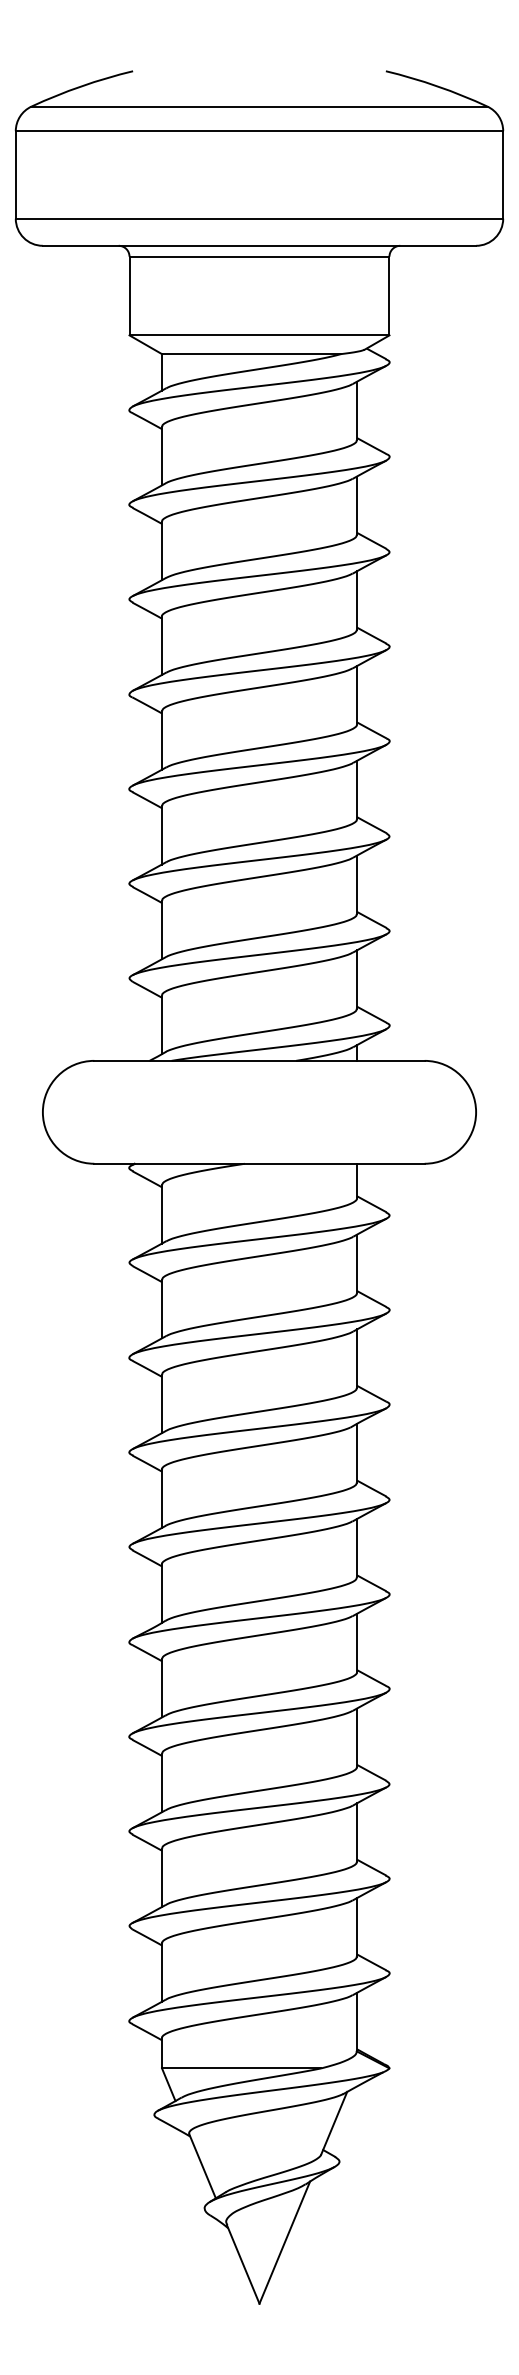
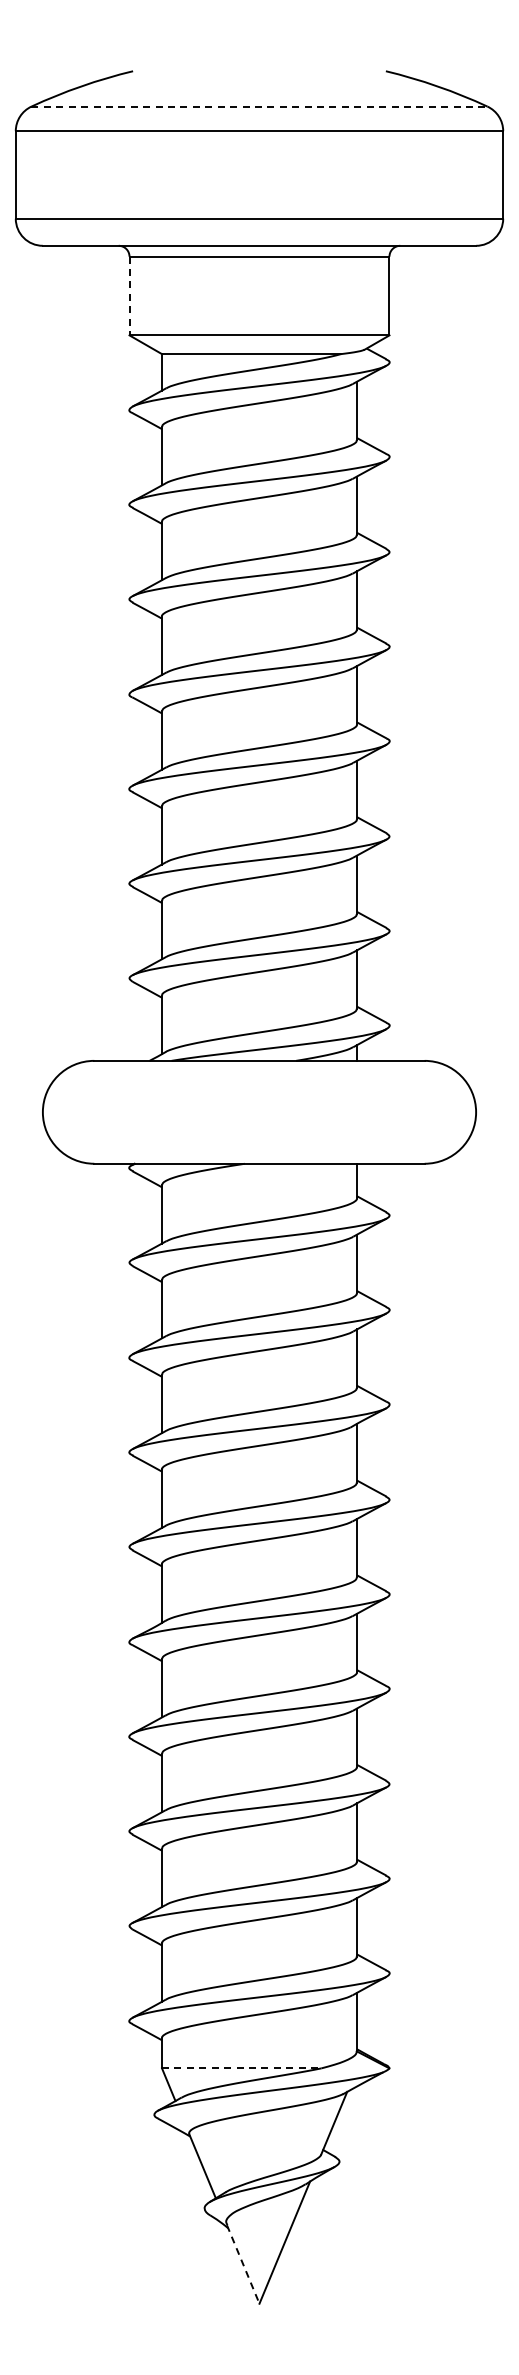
line at (259, 106): solid -> dashed
line at (129, 296): solid -> dashed
line at (241, 2068): solid -> dashed
line at (243, 2264): solid -> dashed
